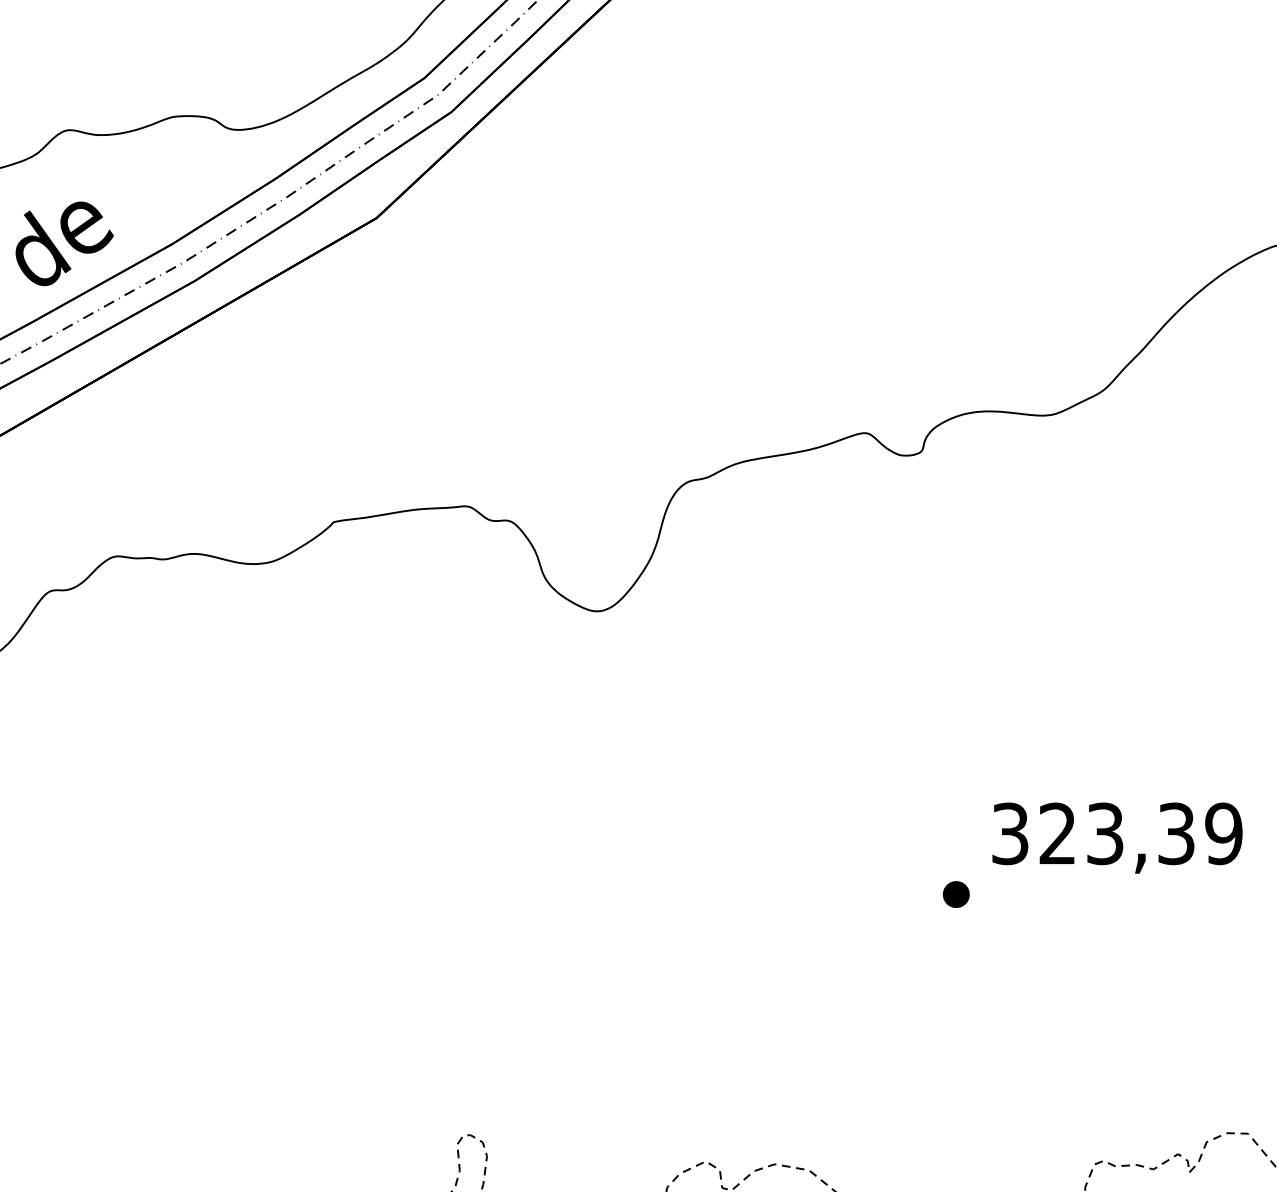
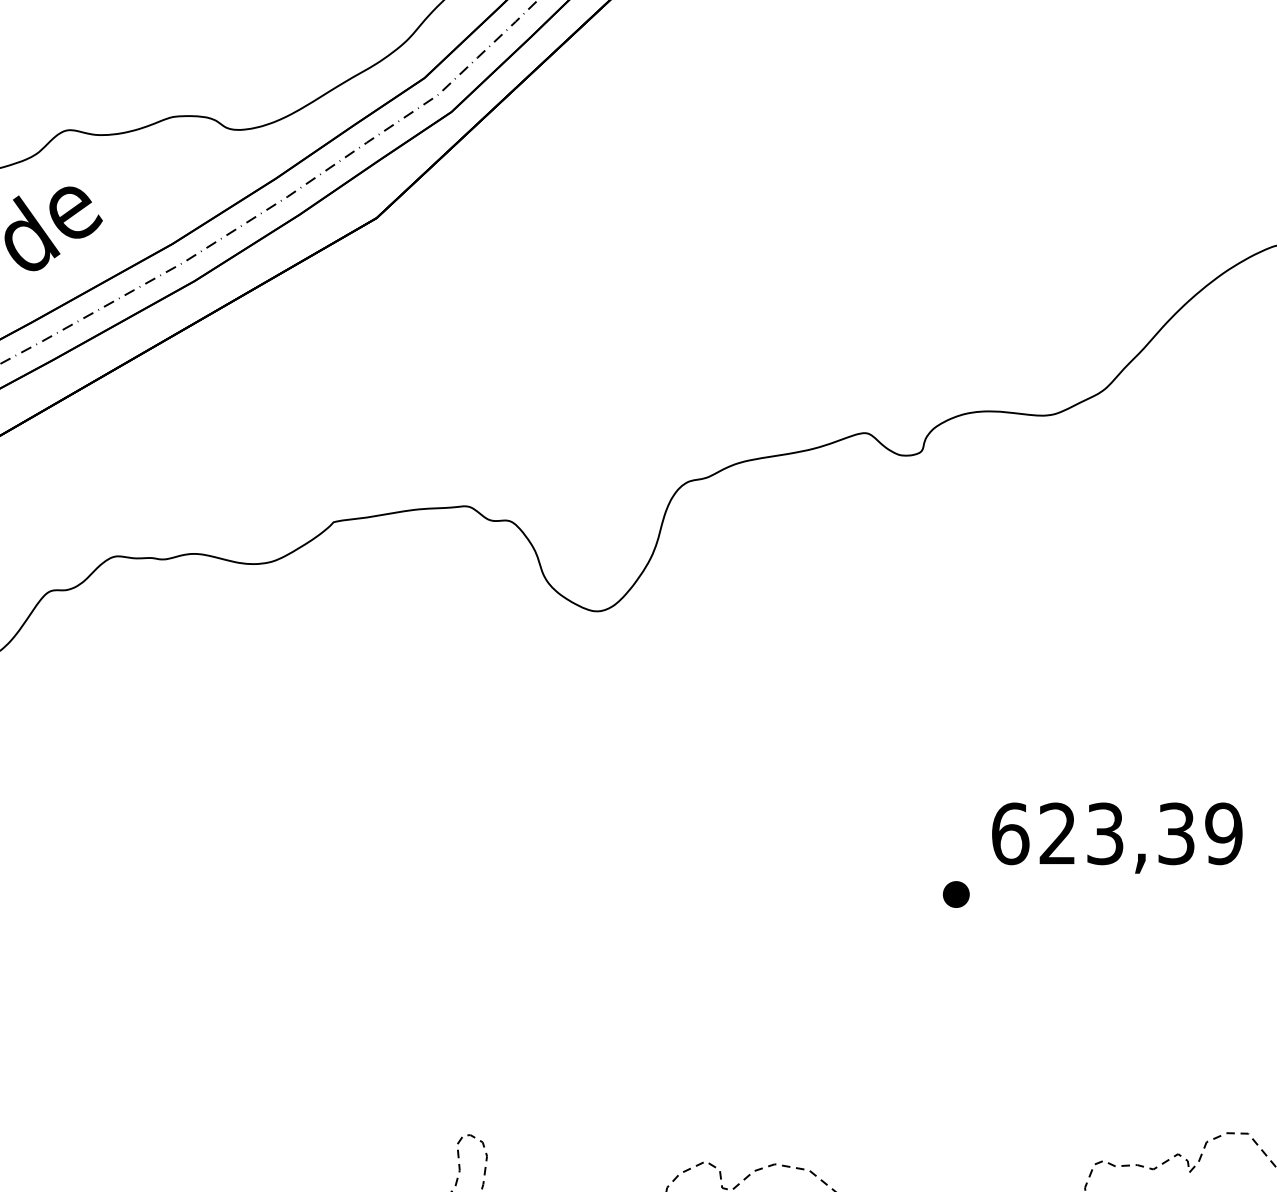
text at (64, 243) position: (64, 243) -> (53, 228)
text at (1010, 833): 323,39 -> 623,39
